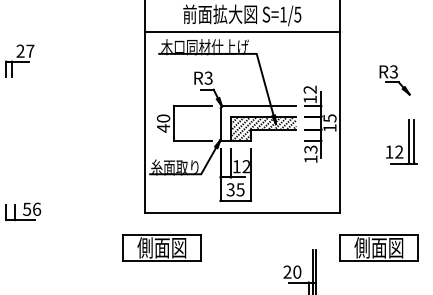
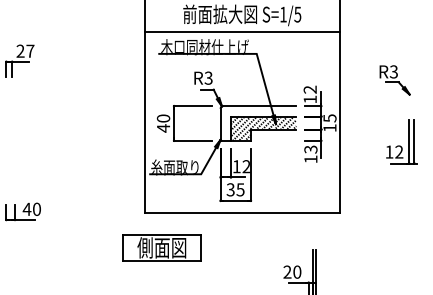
text at (31, 208): 56 -> 40
part at (378, 247): present -> none
